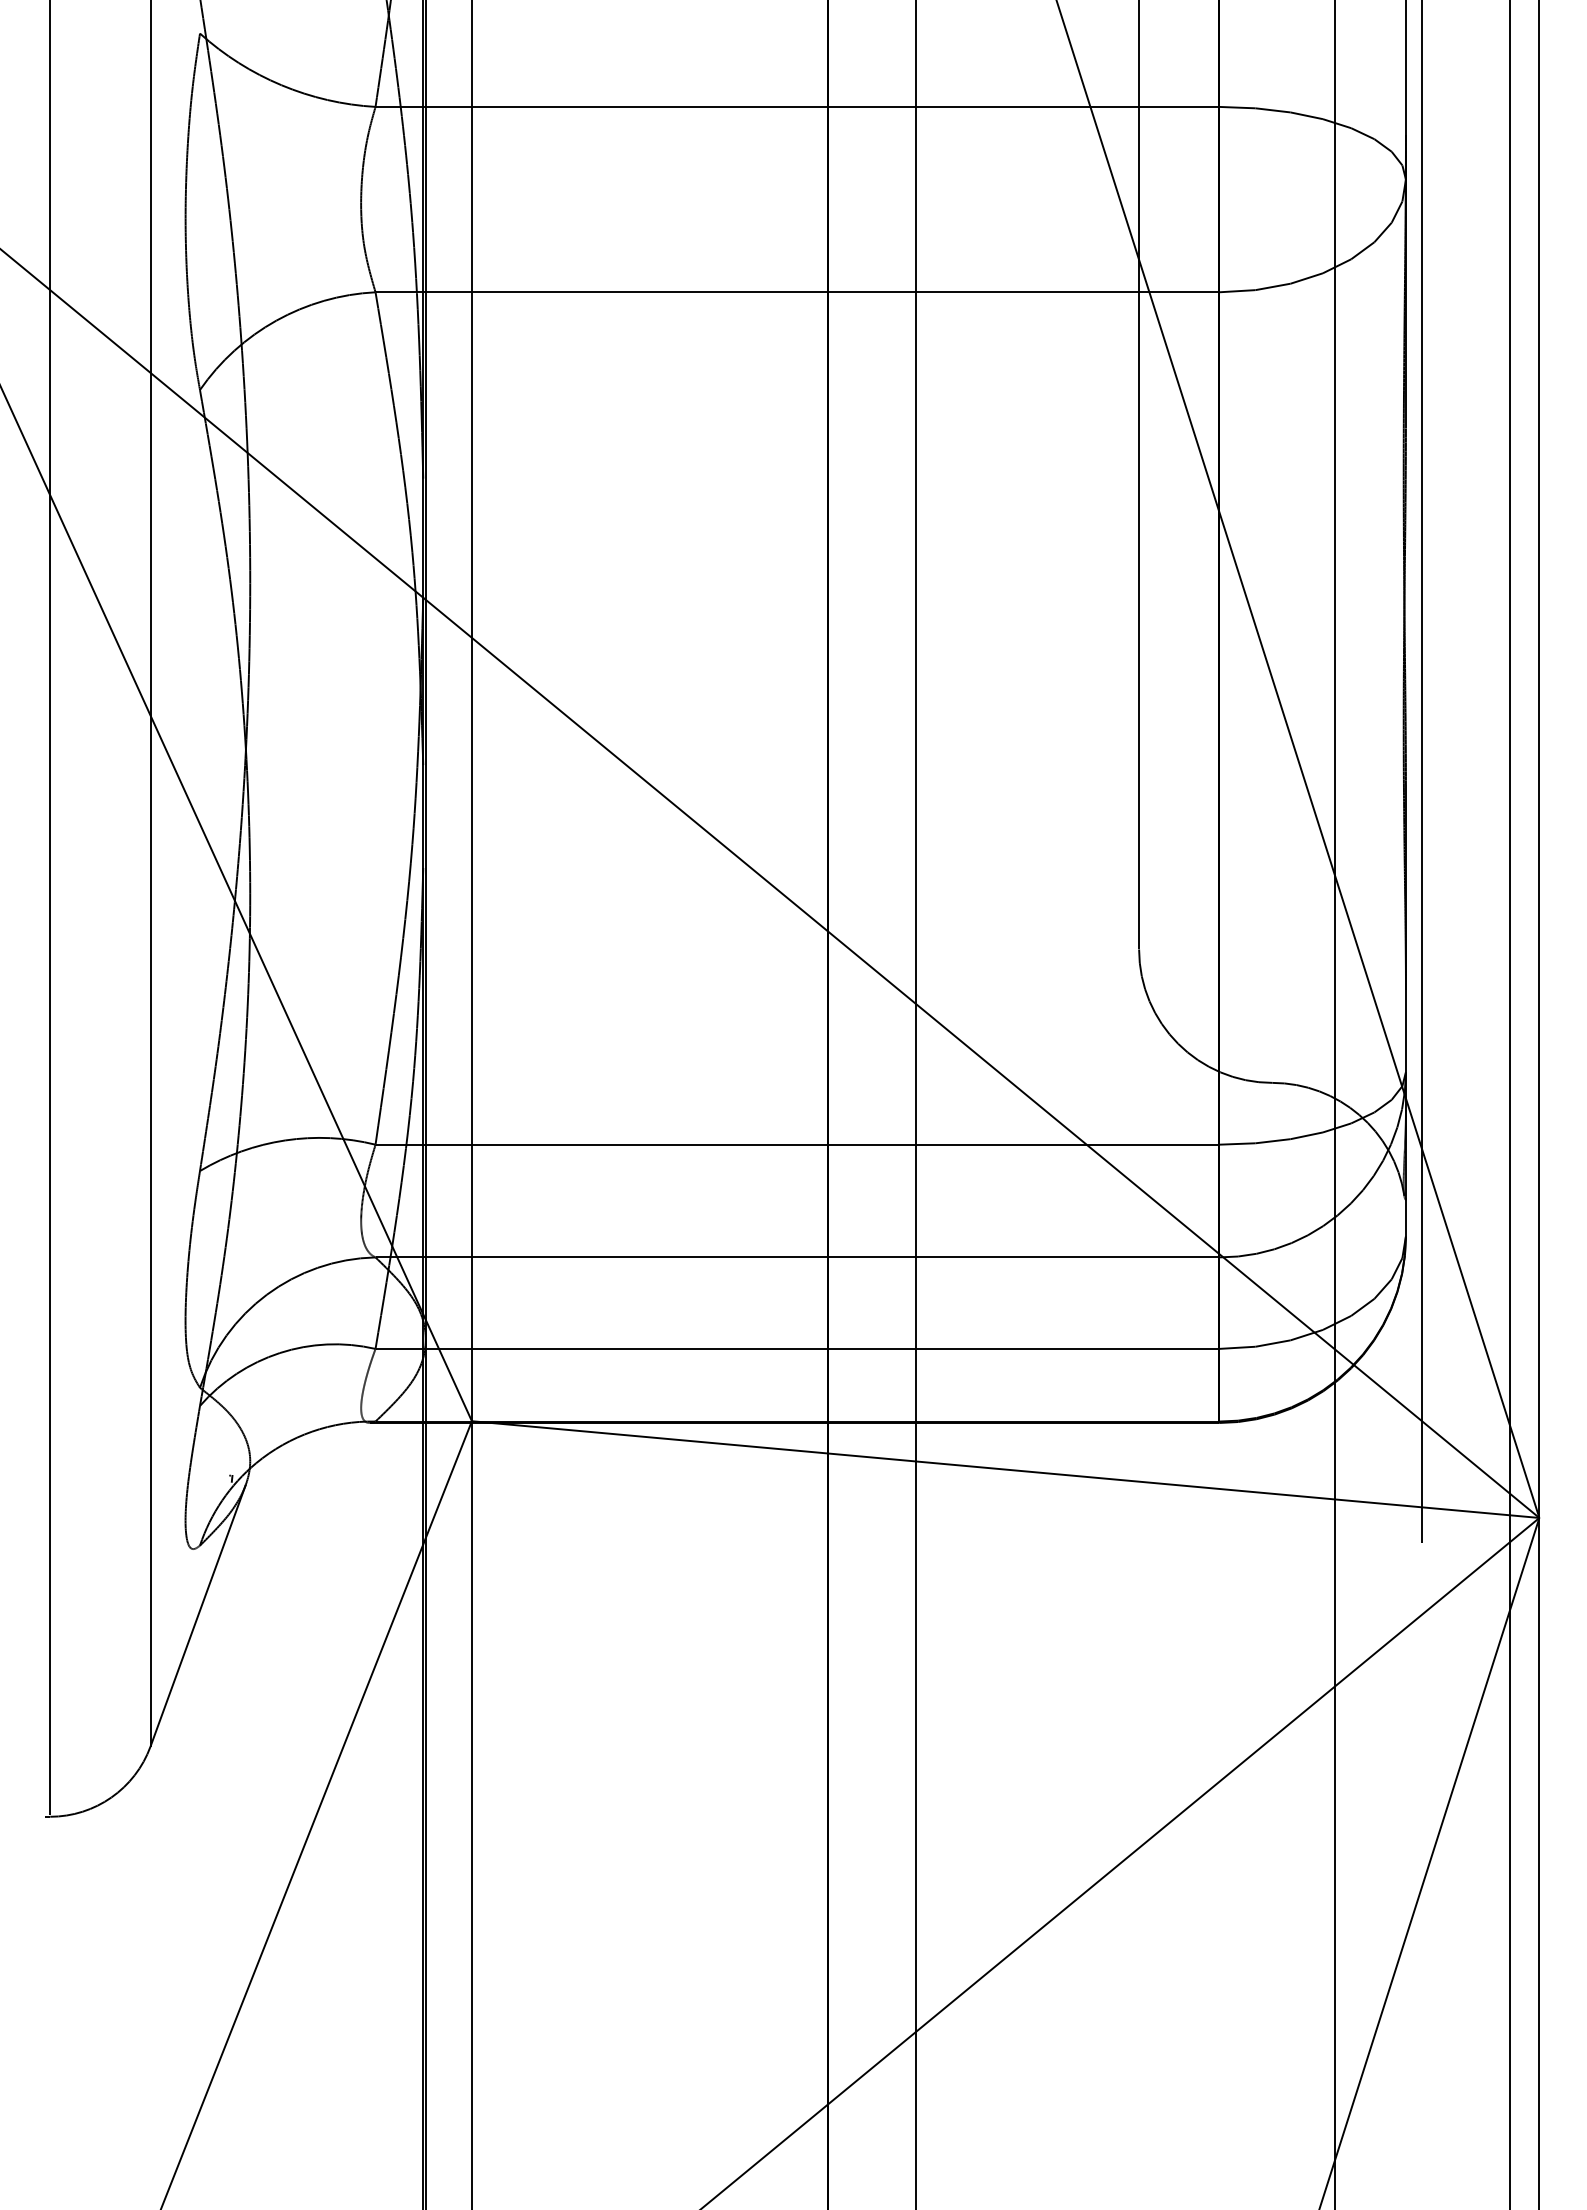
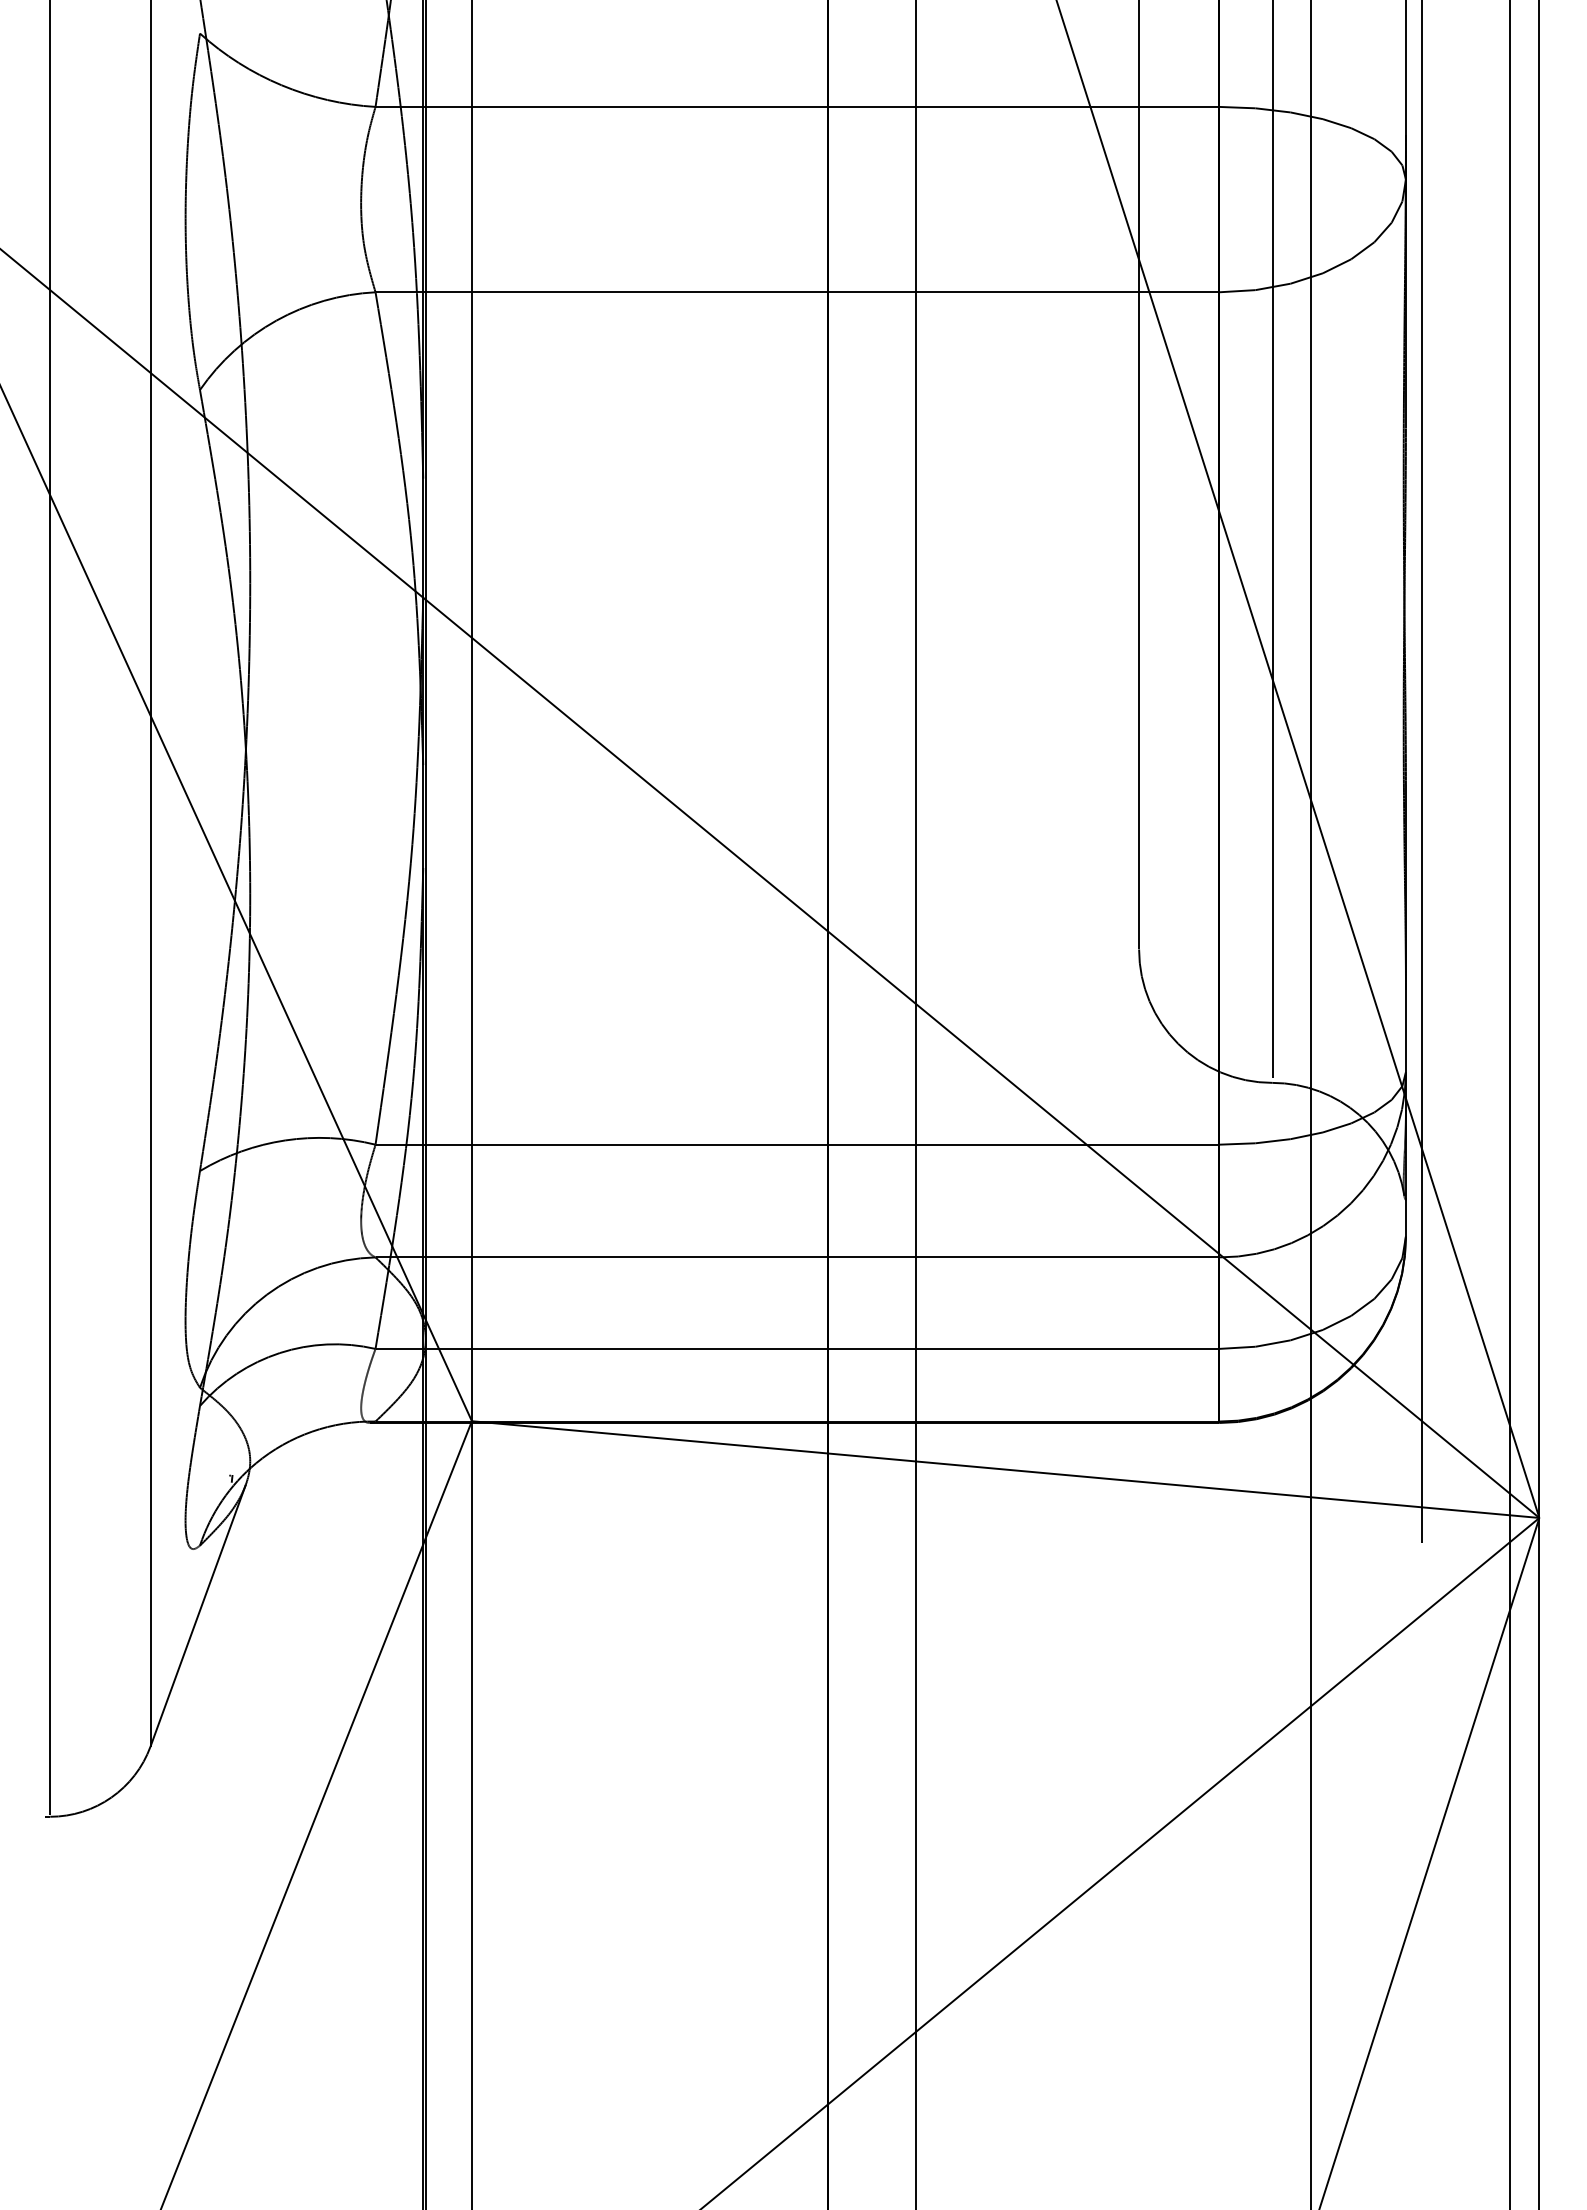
line at (1272, 539): none -> present
line at (1334, 1104) position: (1334, 1104) -> (1310, 1104)
